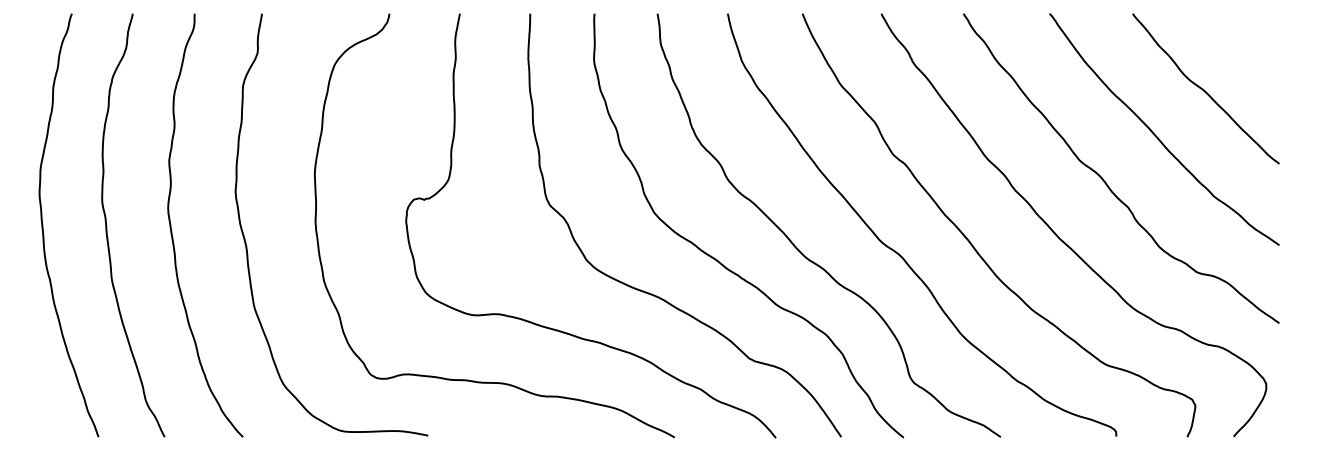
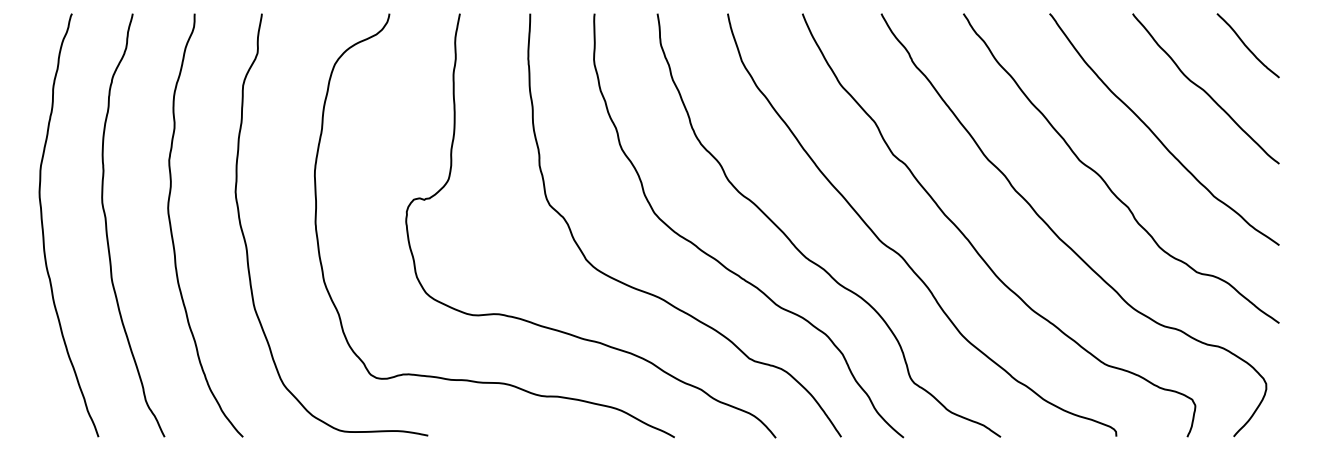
curve at (1246, 45): none -> present
